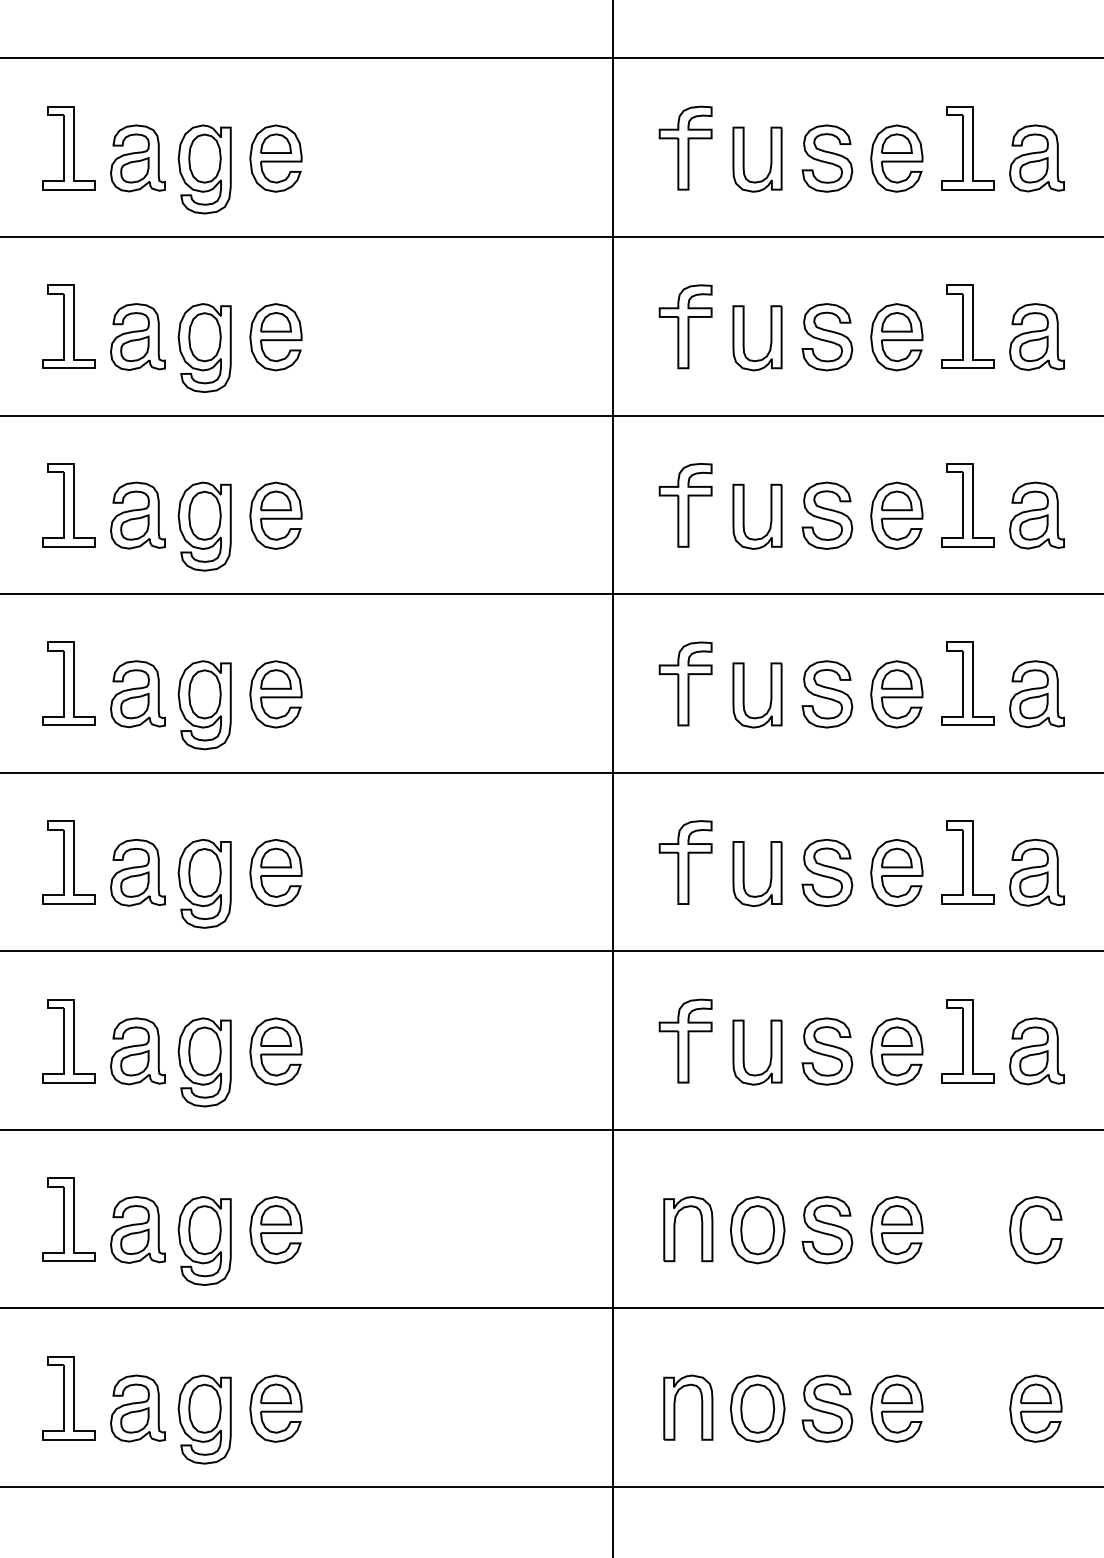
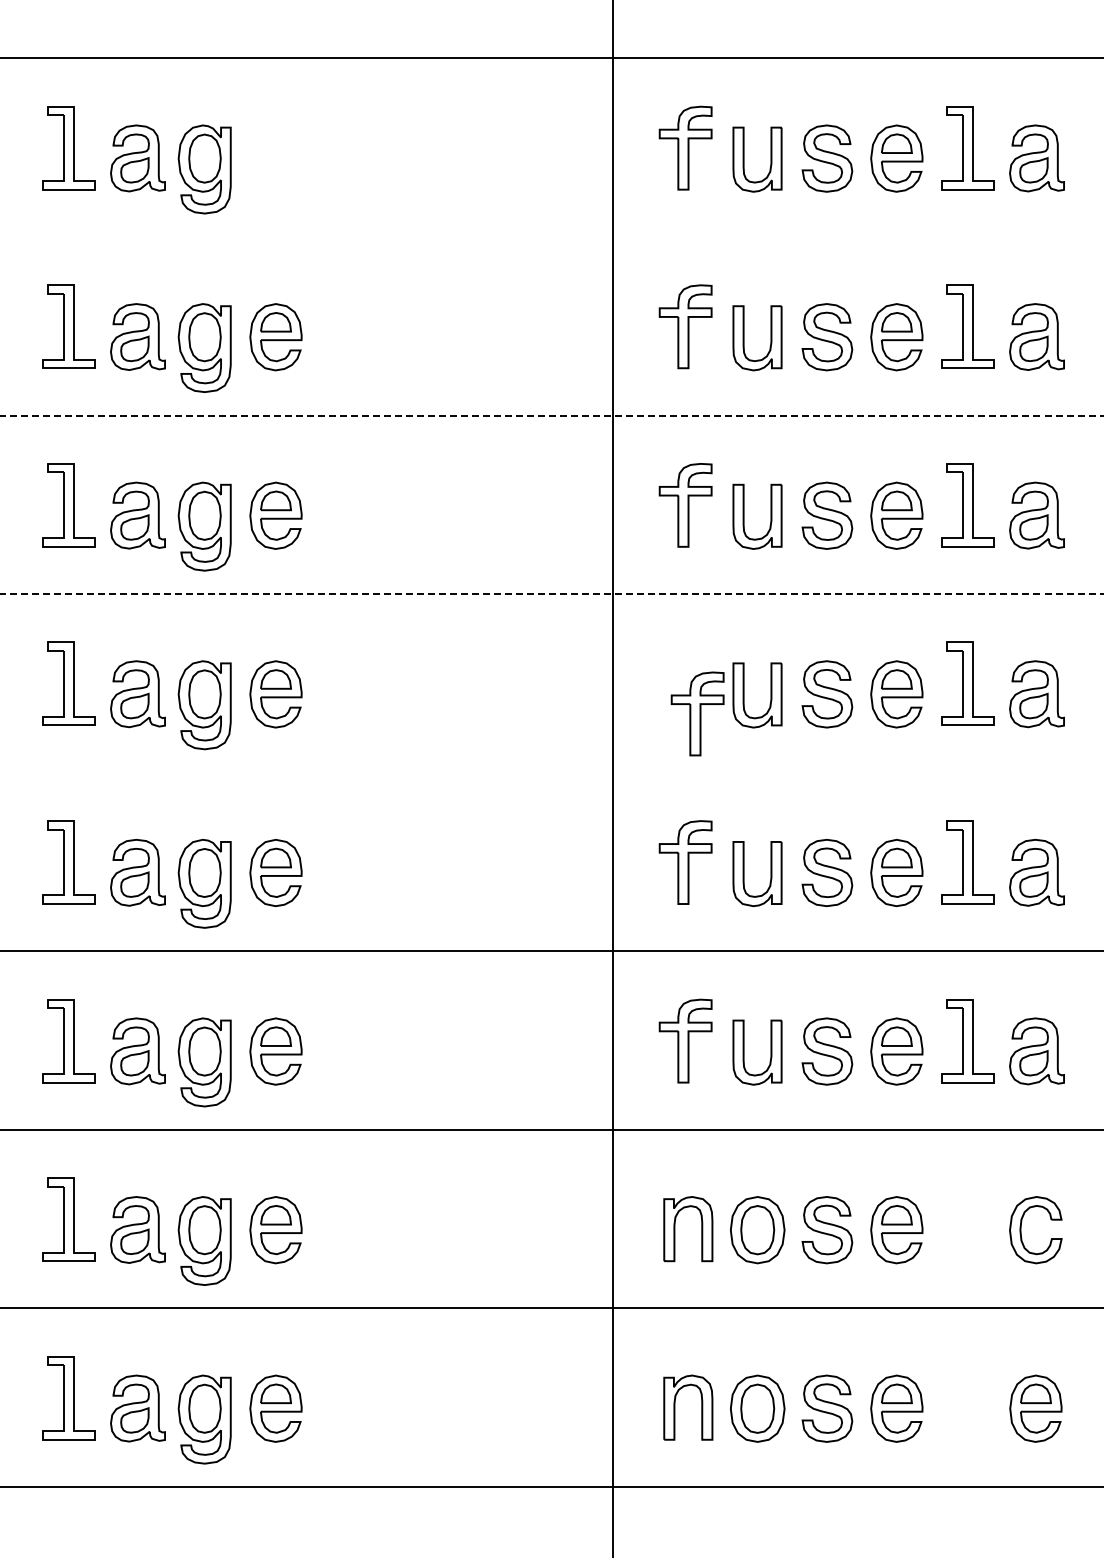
part at (275, 158): present -> none
line at (551, 236): present -> none
line at (552, 415): solid -> dashed
line at (552, 594): solid -> dashed
part at (685, 683) position: (685, 683) -> (697, 713)
line at (551, 772): present -> none
